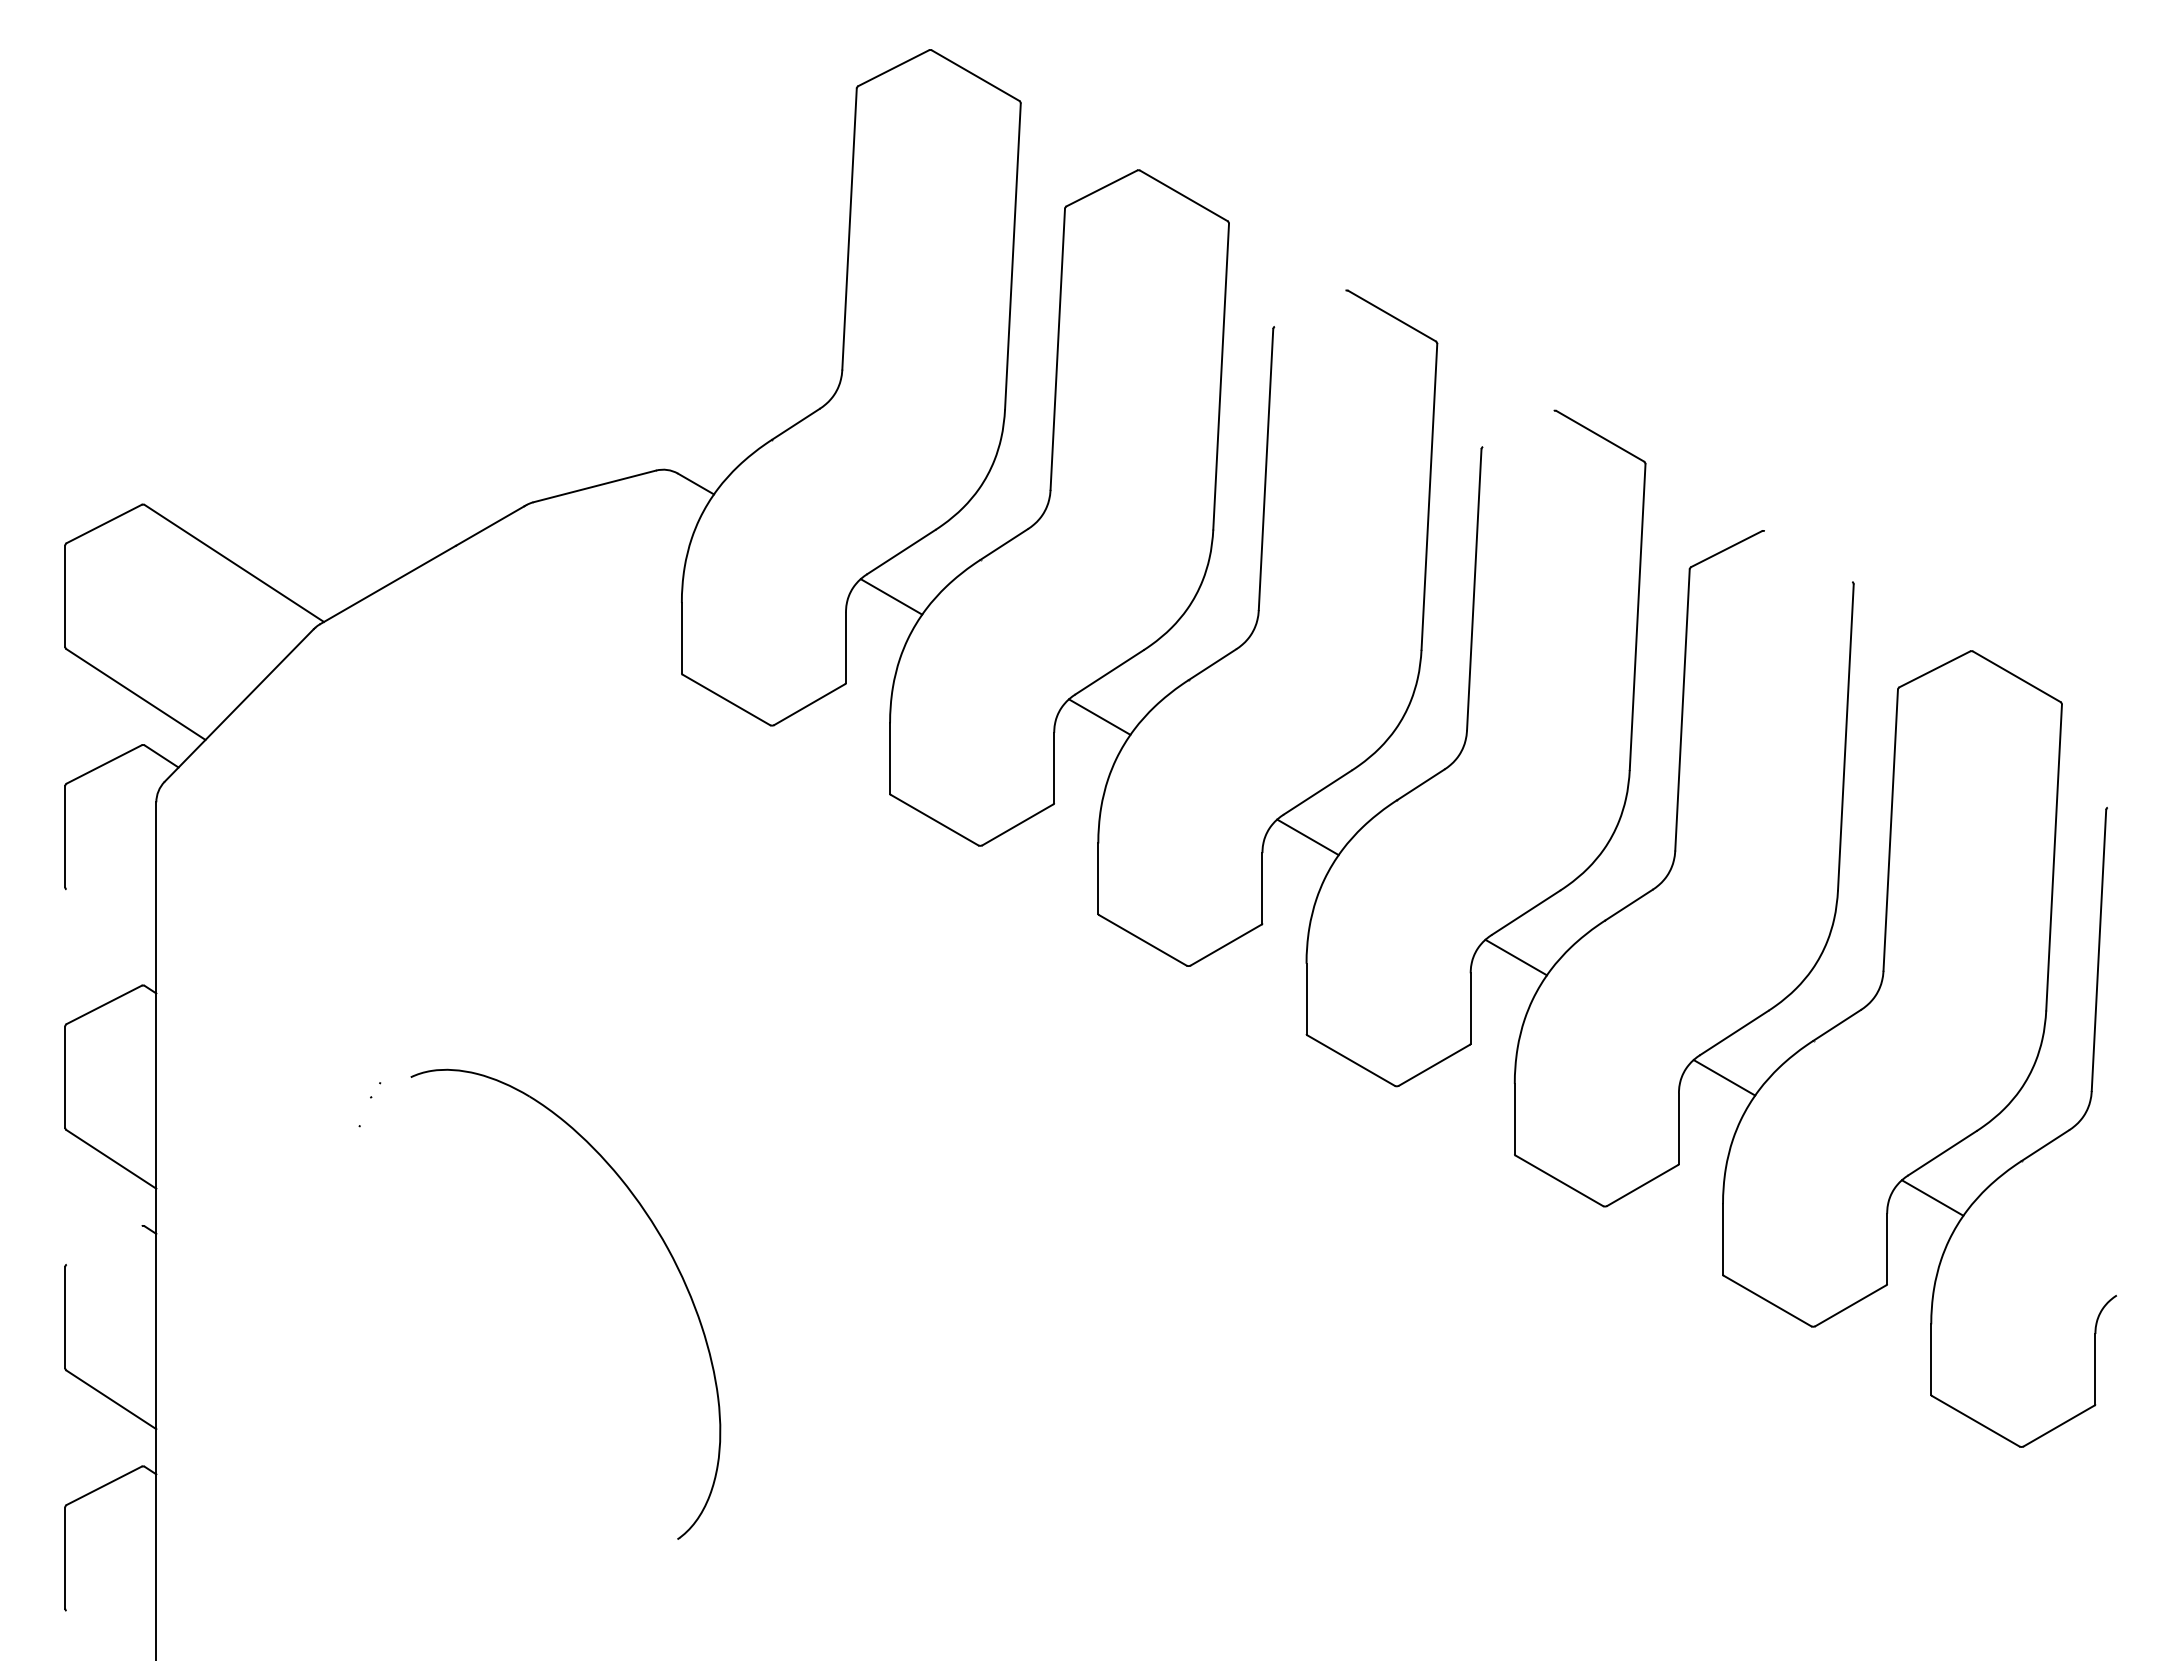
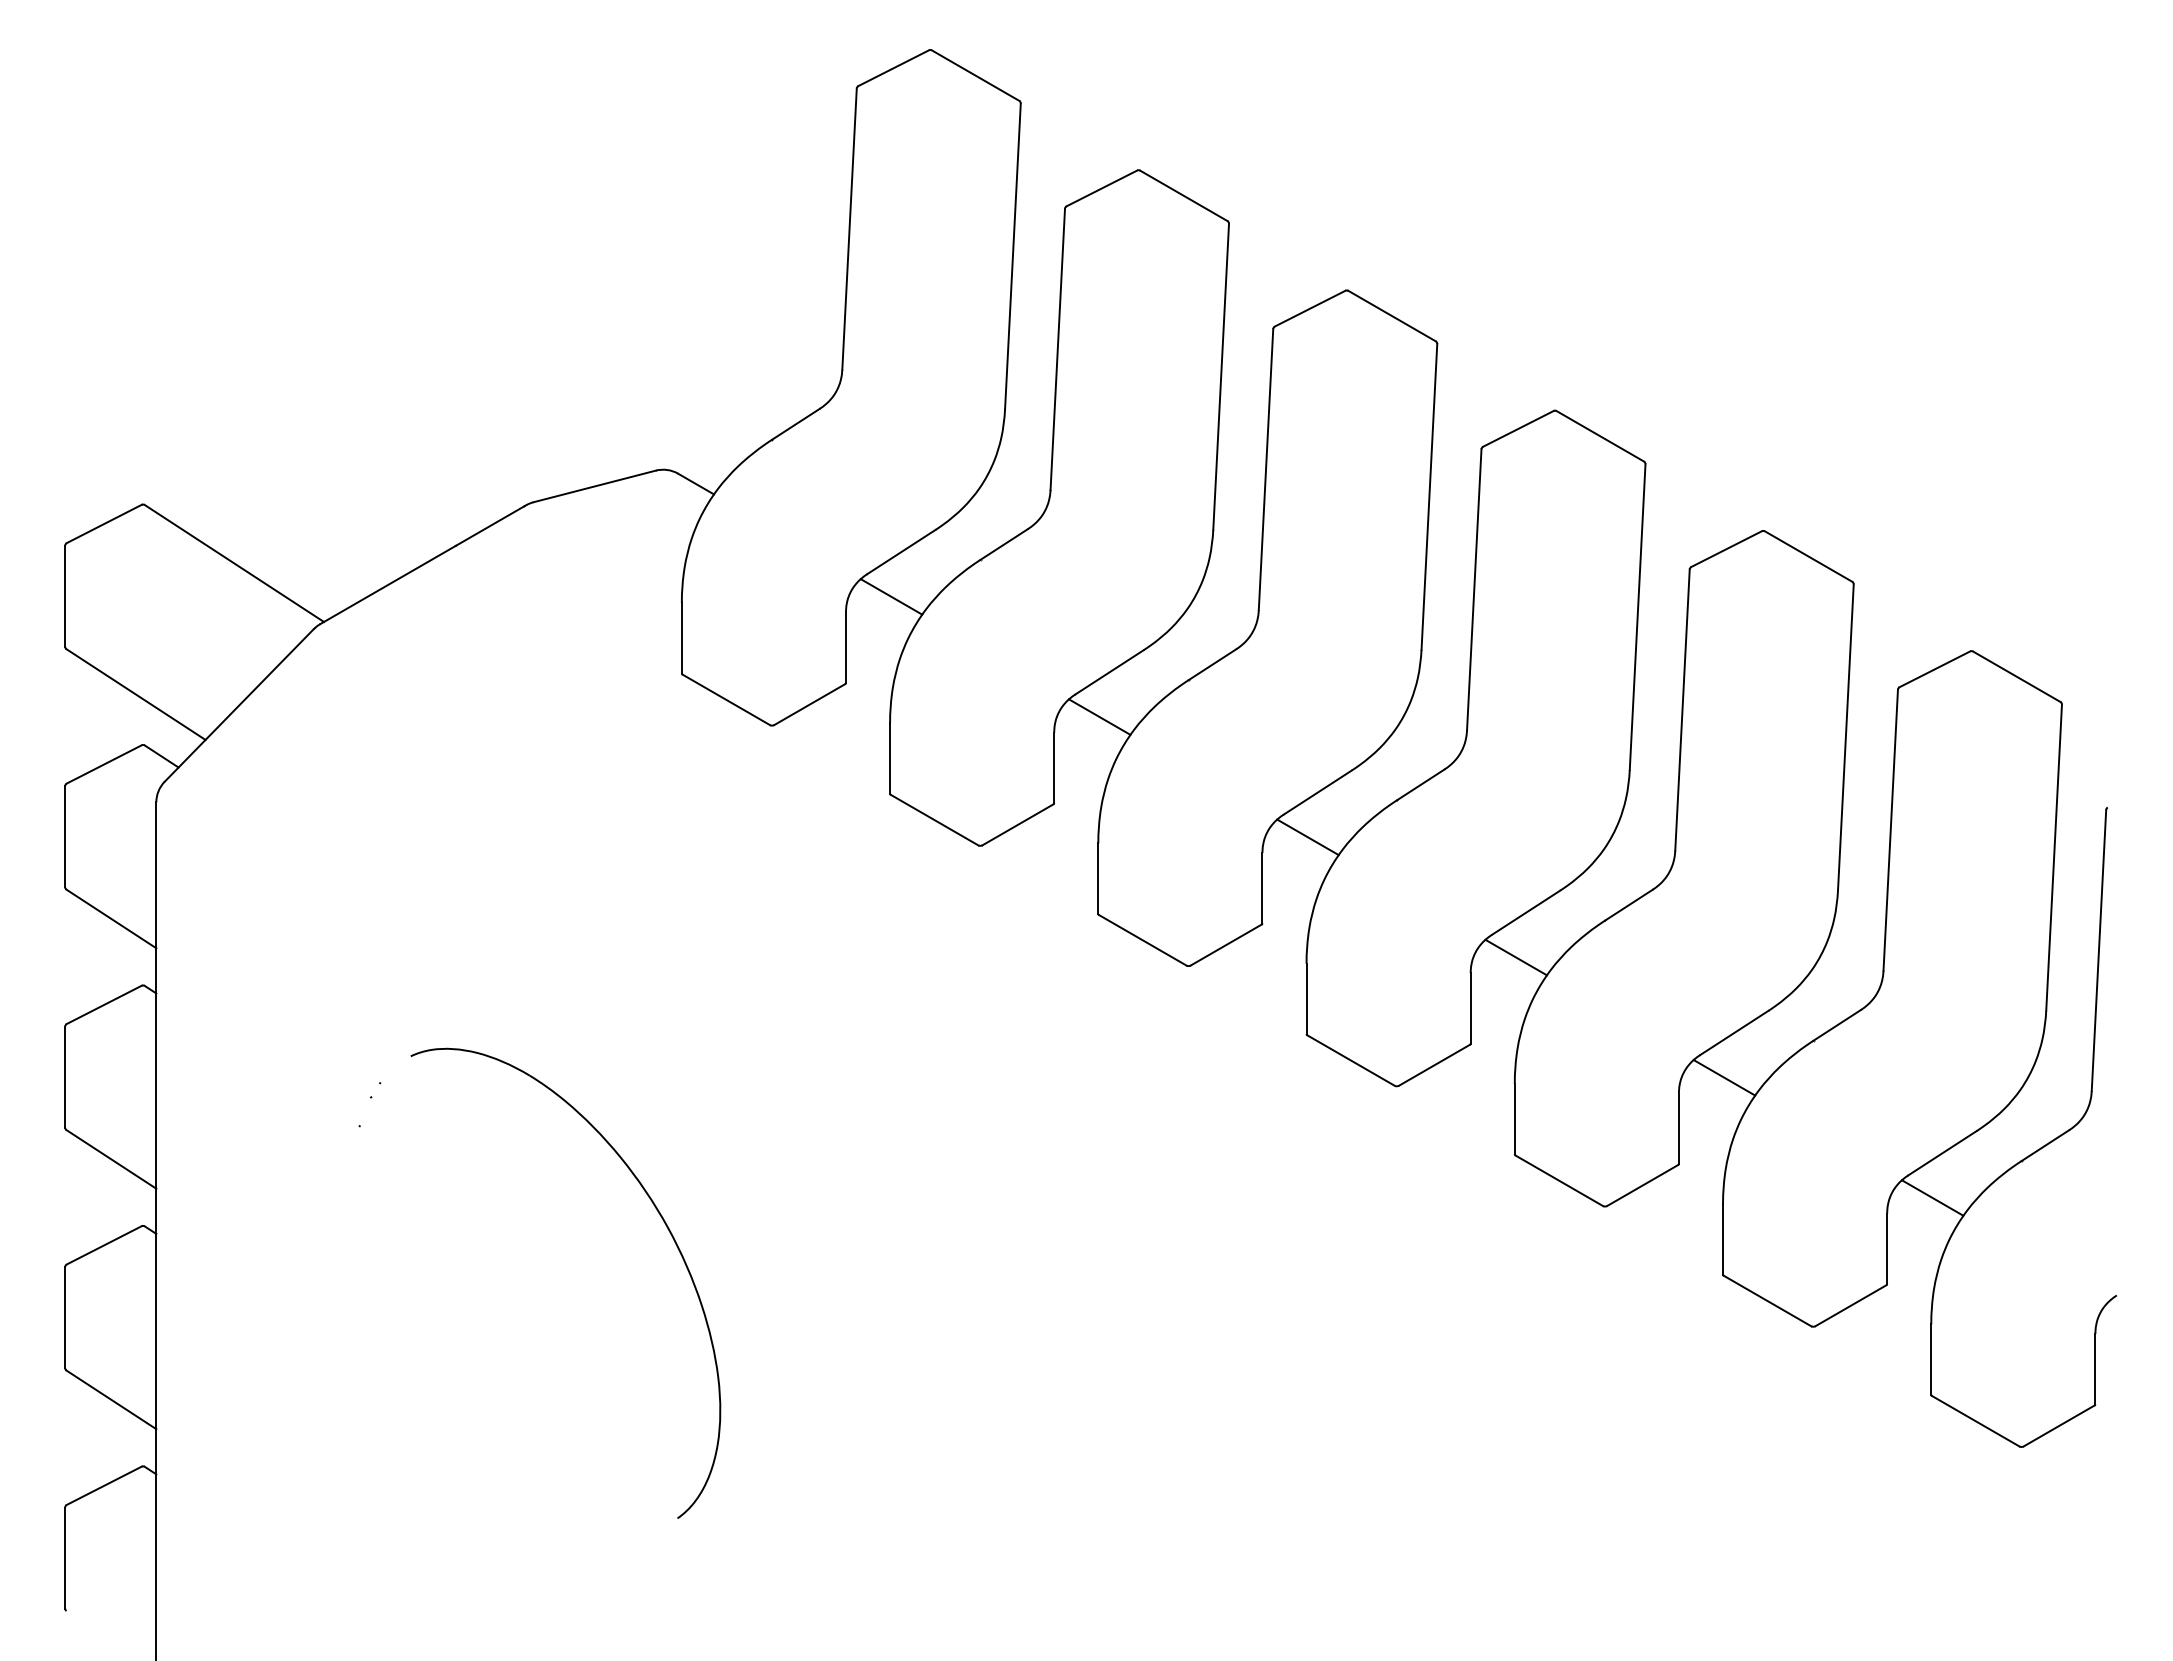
line at (1309, 308): none -> present
line at (1518, 428): none -> present
line at (1808, 556): none -> present
line at (111, 918): none -> present
line at (103, 1245): none -> present
part at (667, 1250) position: (667, 1250) -> (667, 1229)
